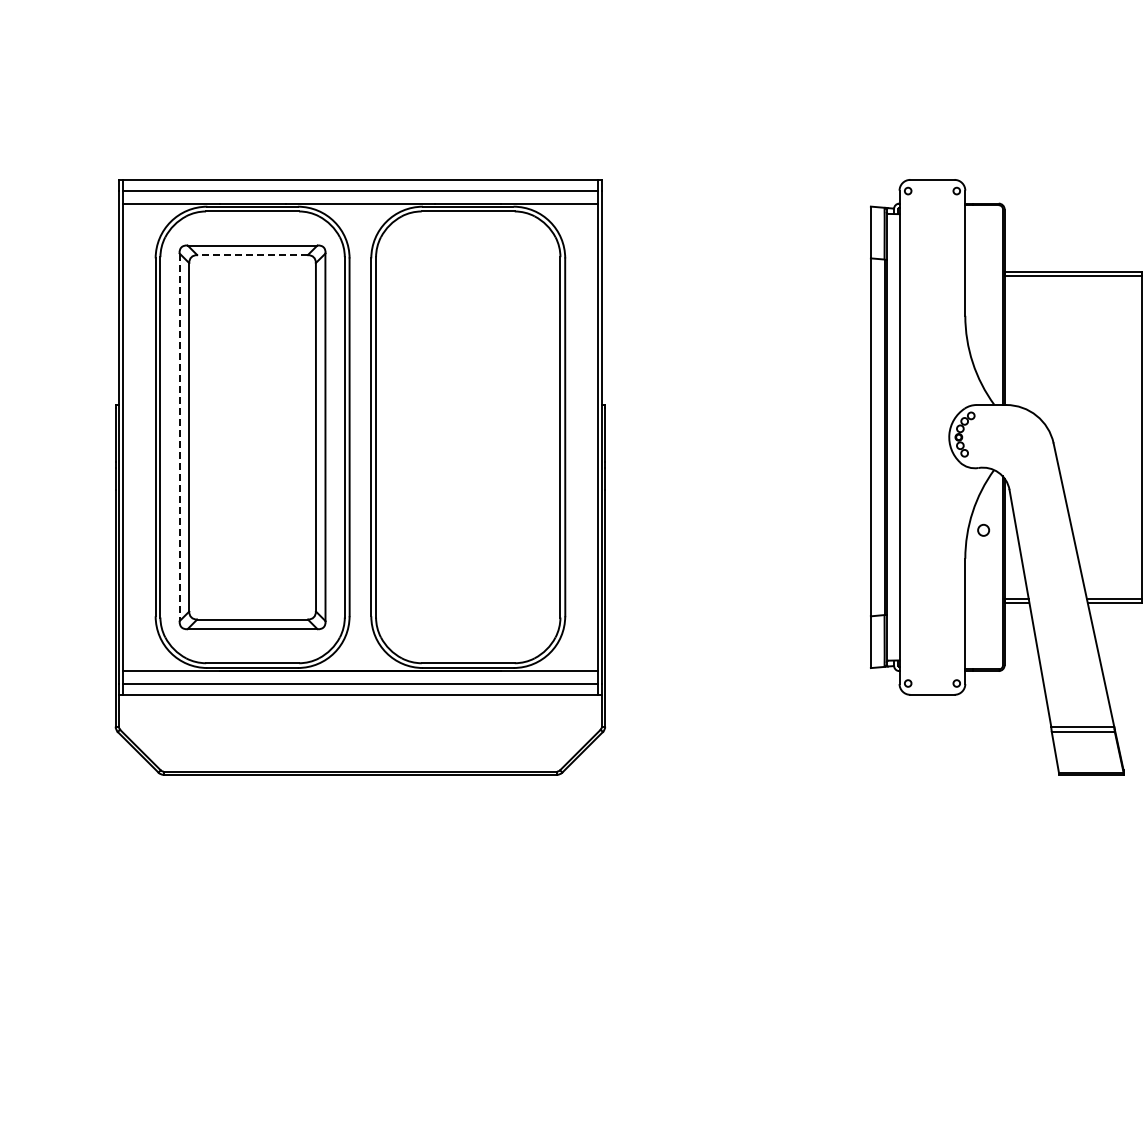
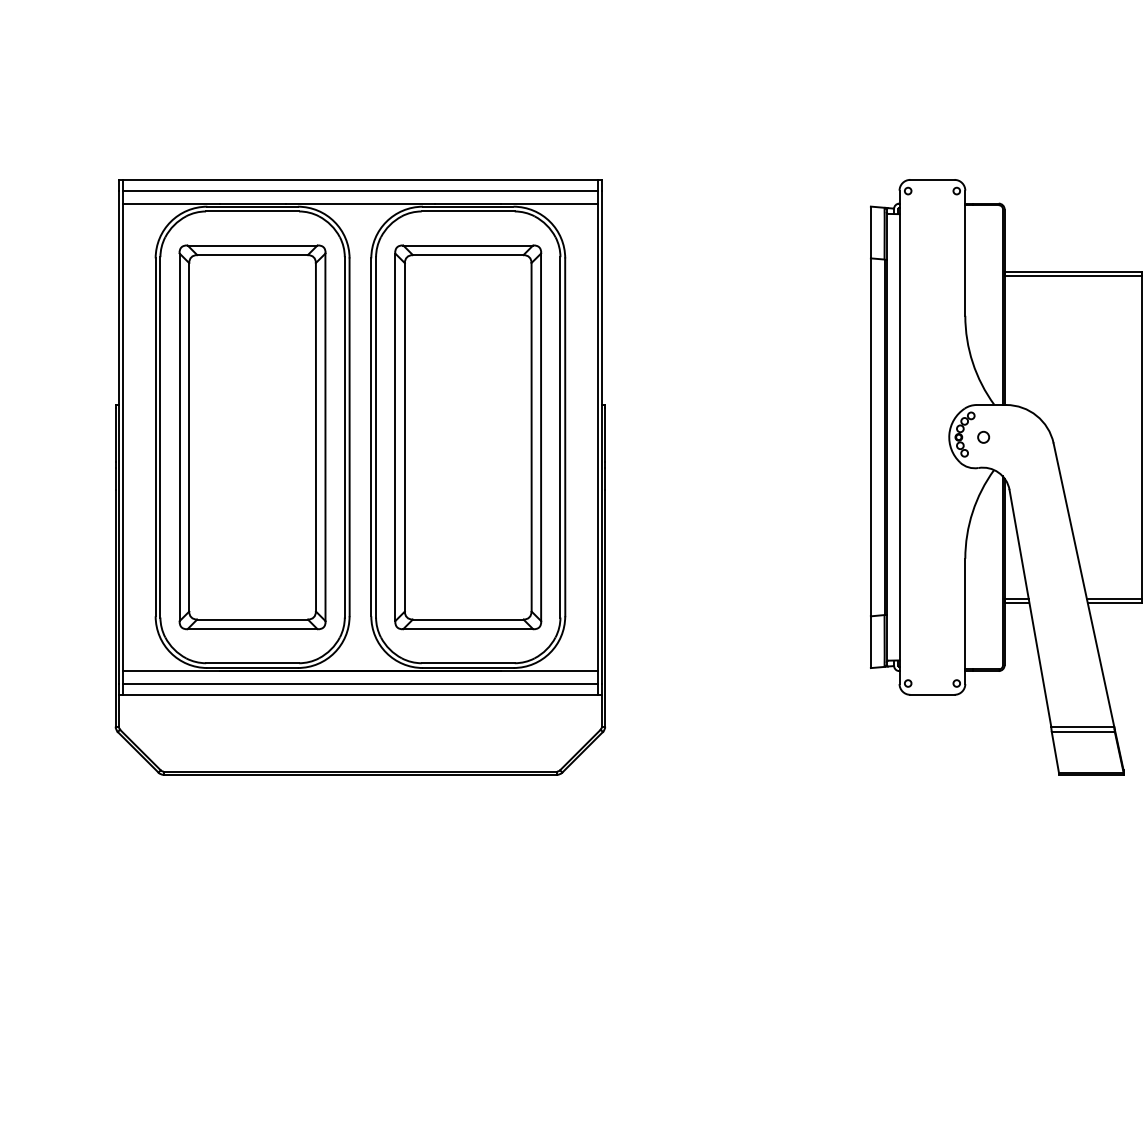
line at (252, 255): dashed -> solid
line at (179, 437): dashed -> solid
part at (468, 437): none -> present
circle at (983, 529) position: (983, 529) -> (983, 436)
